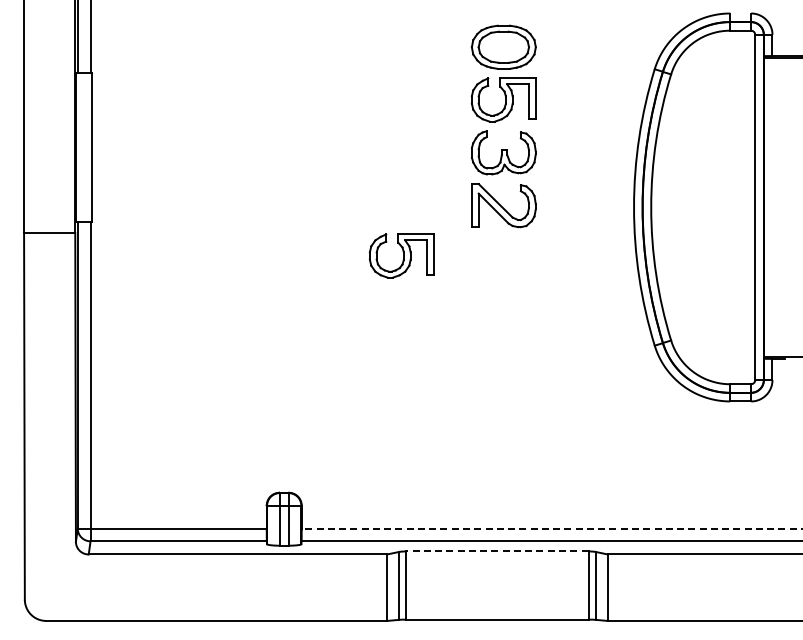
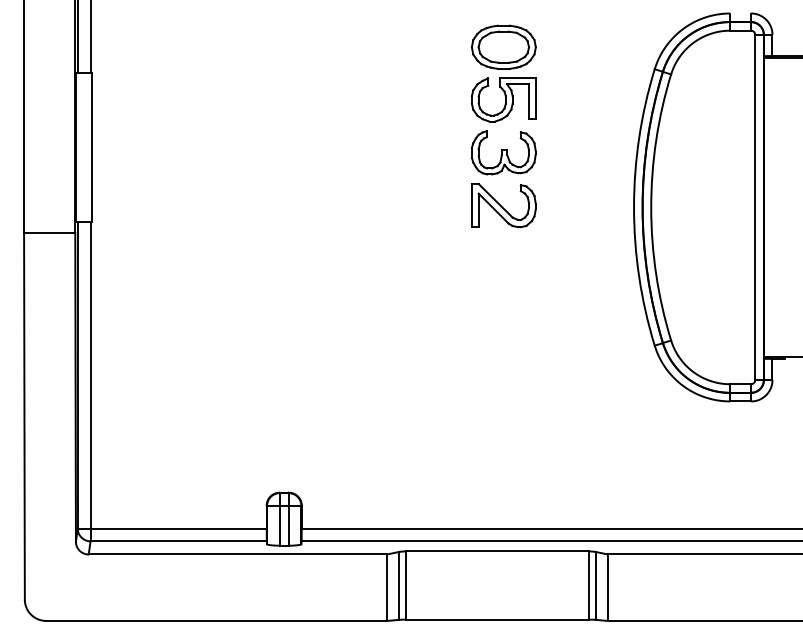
part at (401, 255): present -> none
line at (551, 528): dashed -> solid
line at (496, 551): dashed -> solid
